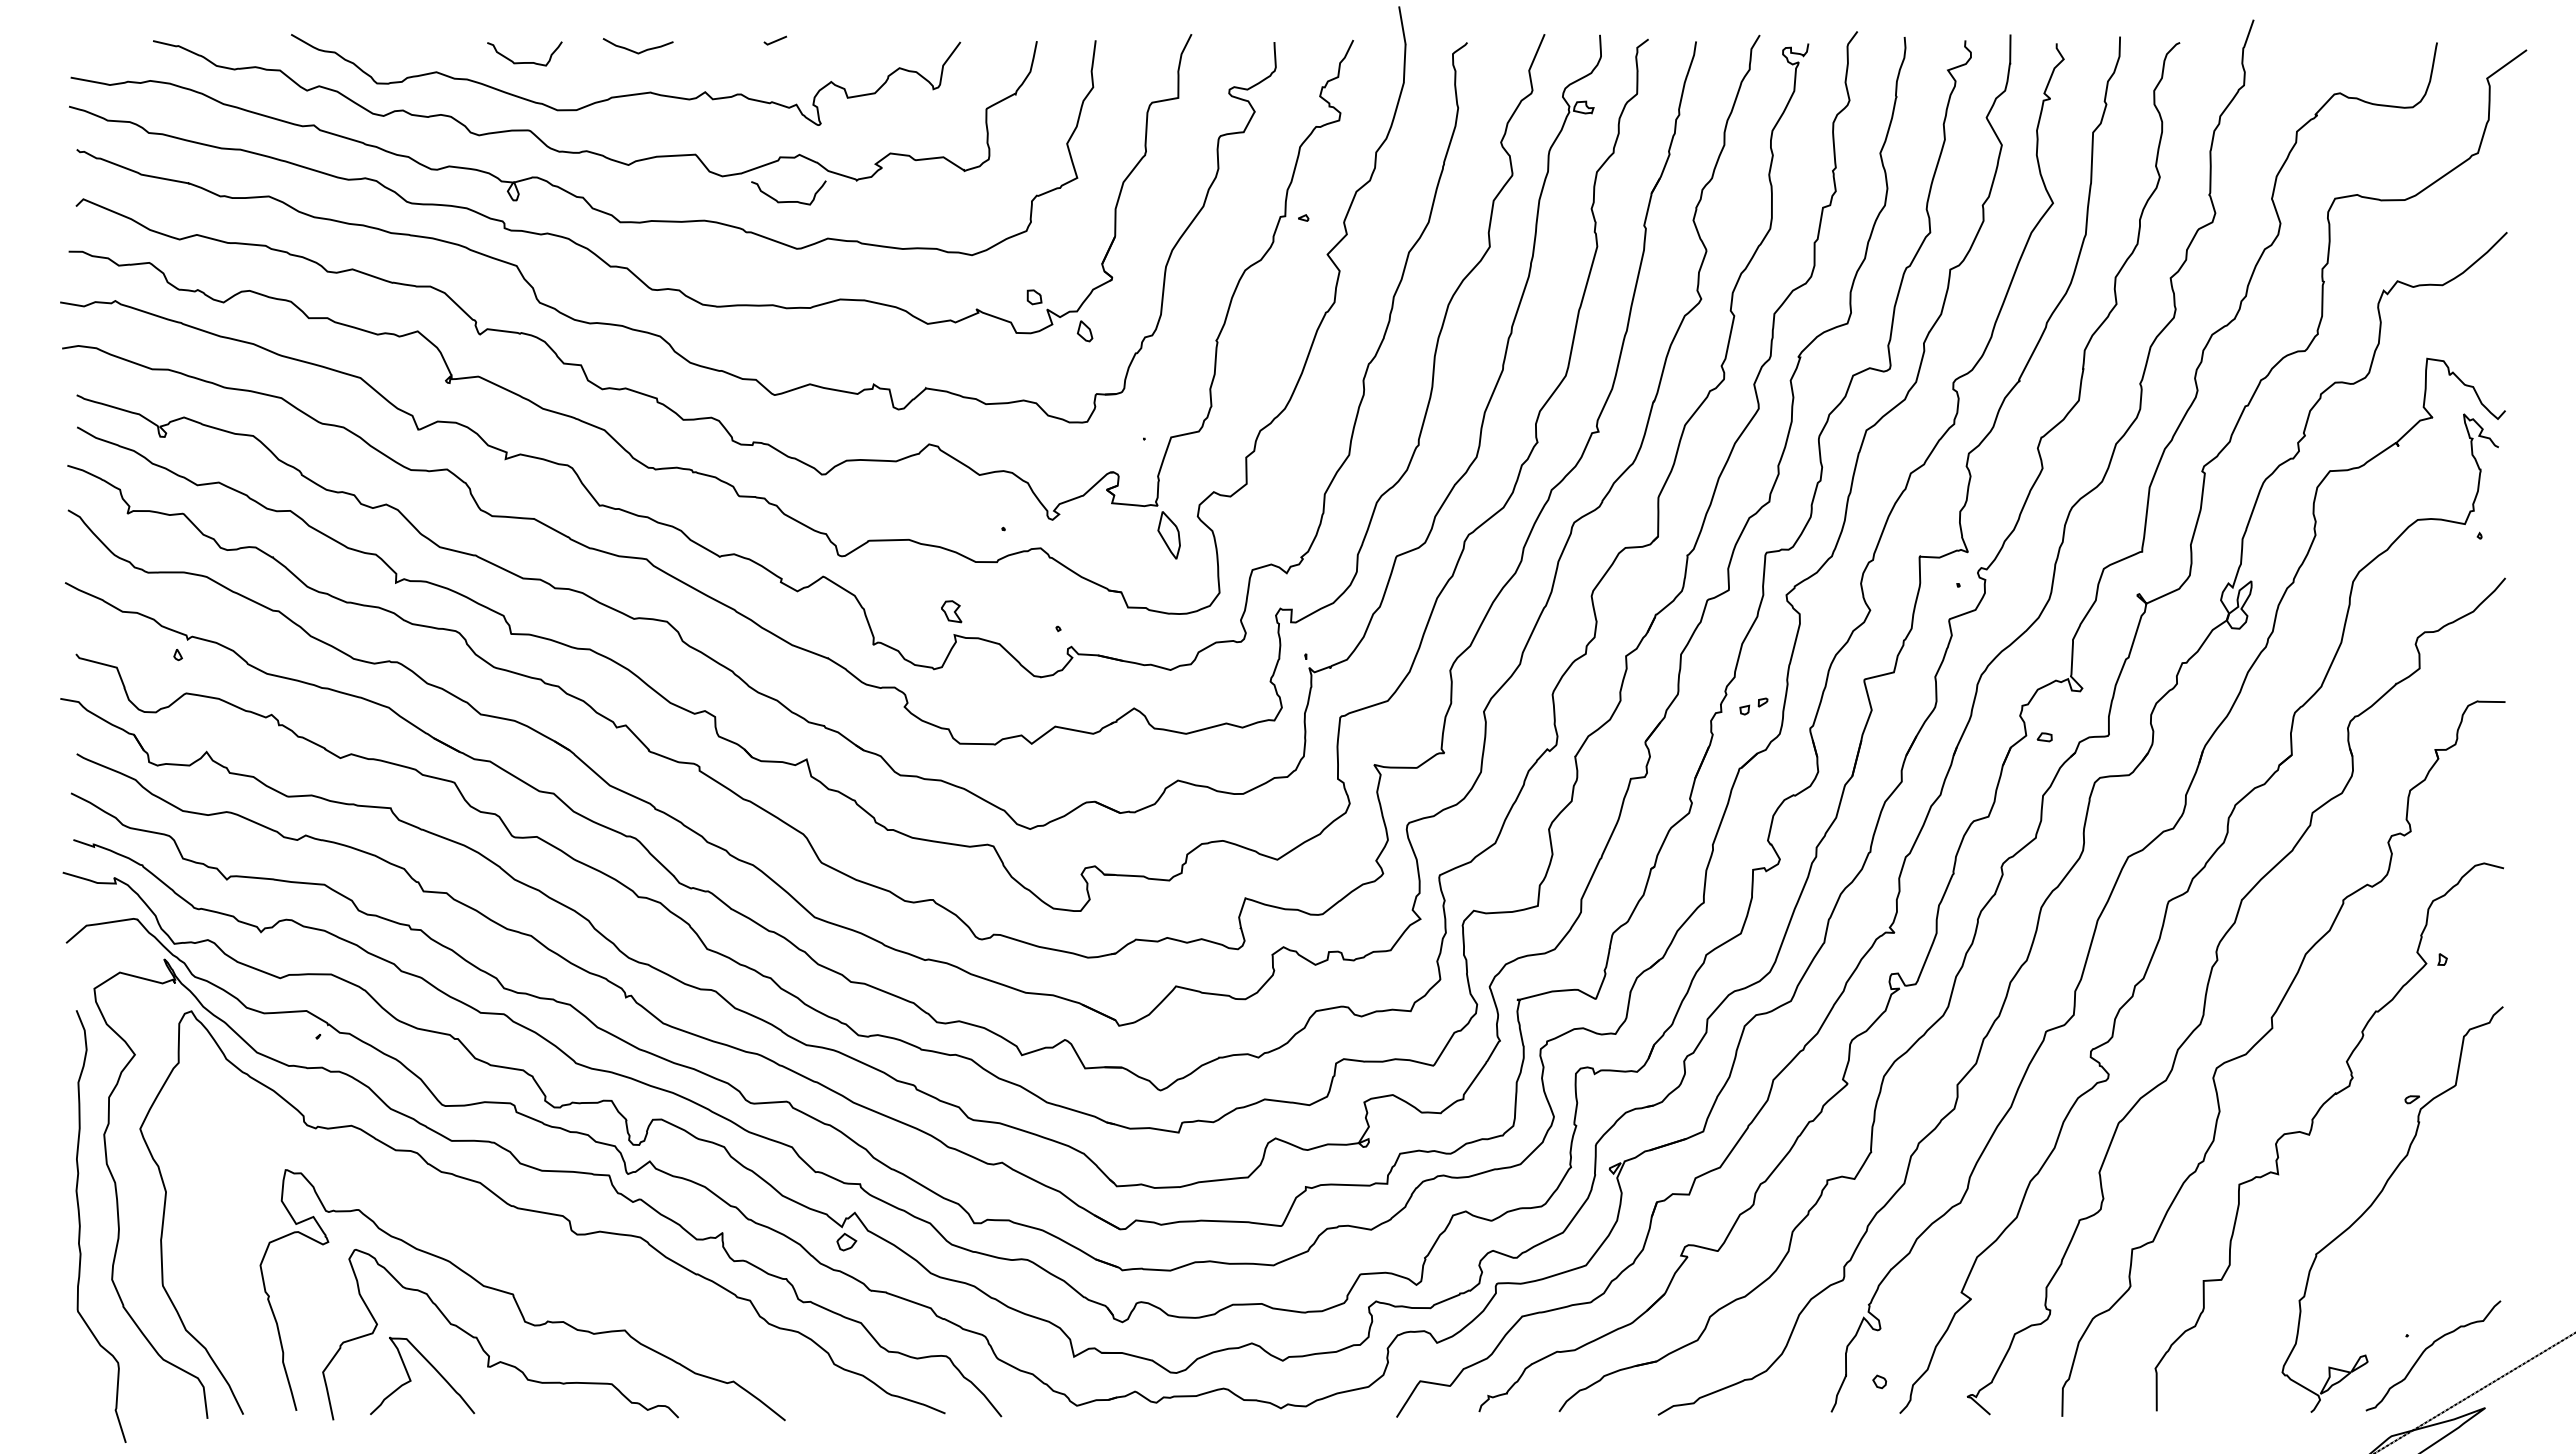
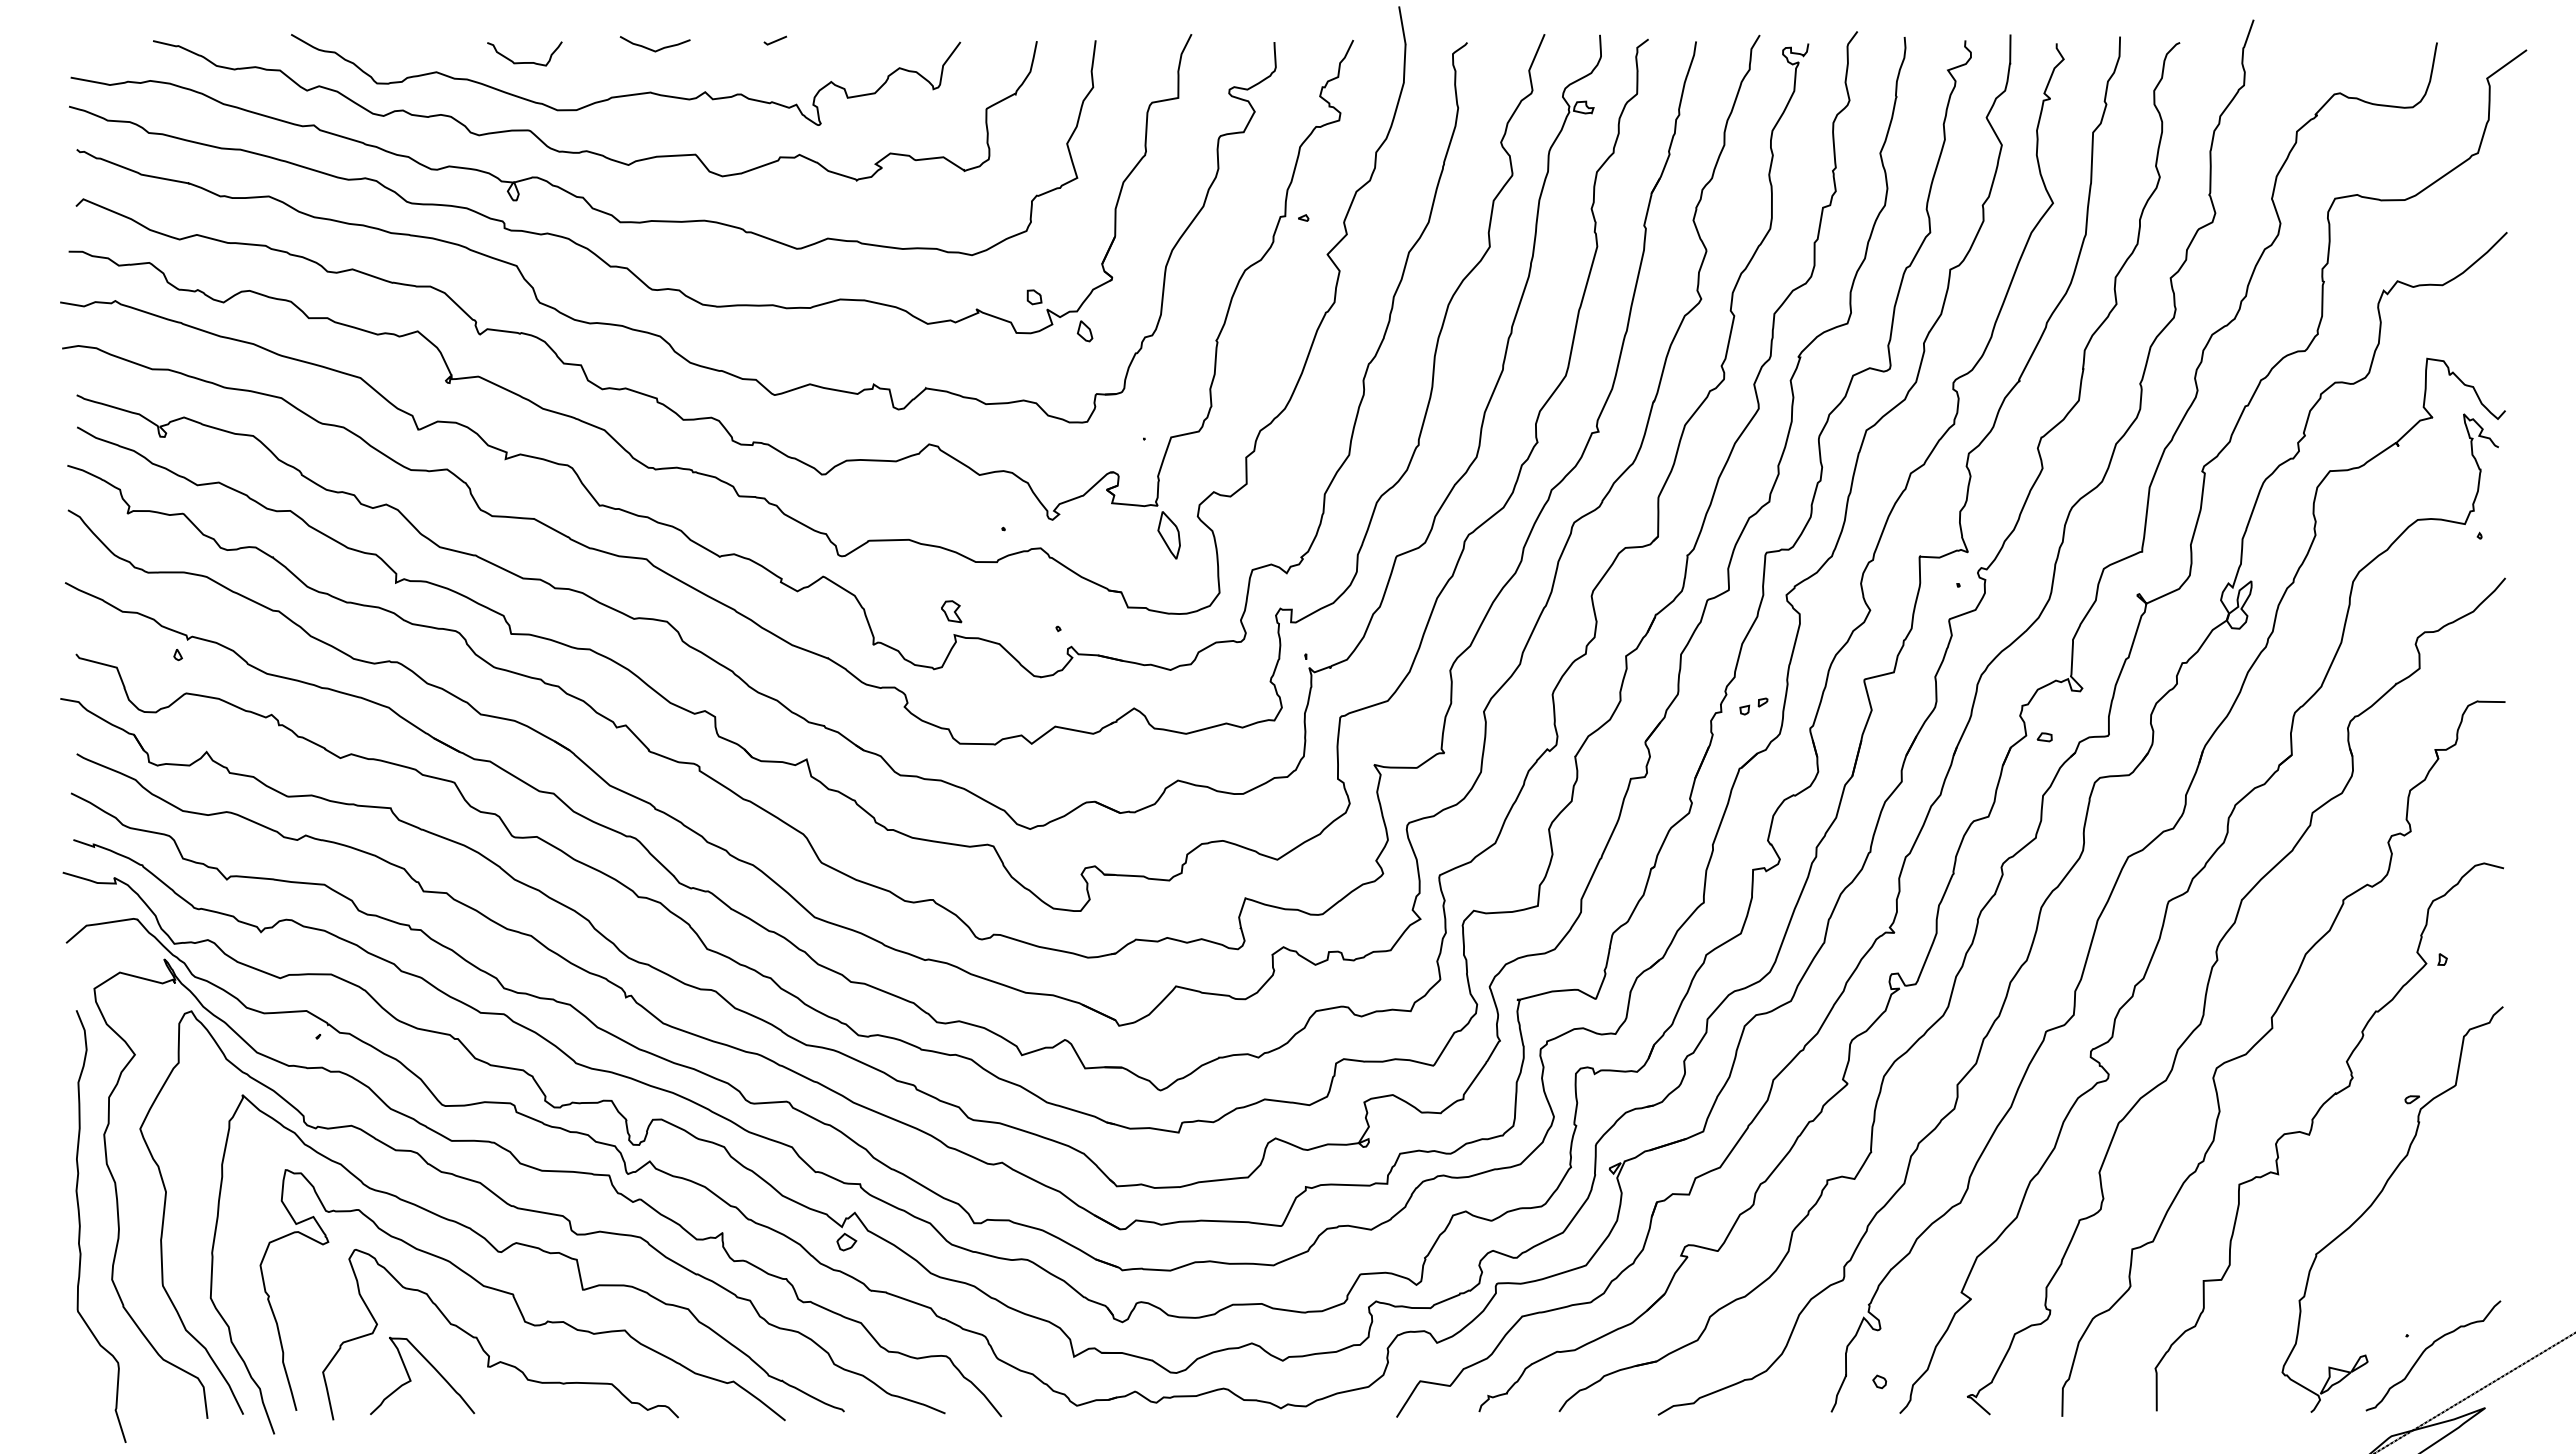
curve at (636, 51) position: (636, 51) -> (653, 49)
curve at (788, 201): present -> none
curve at (529, 1247): none -> present
